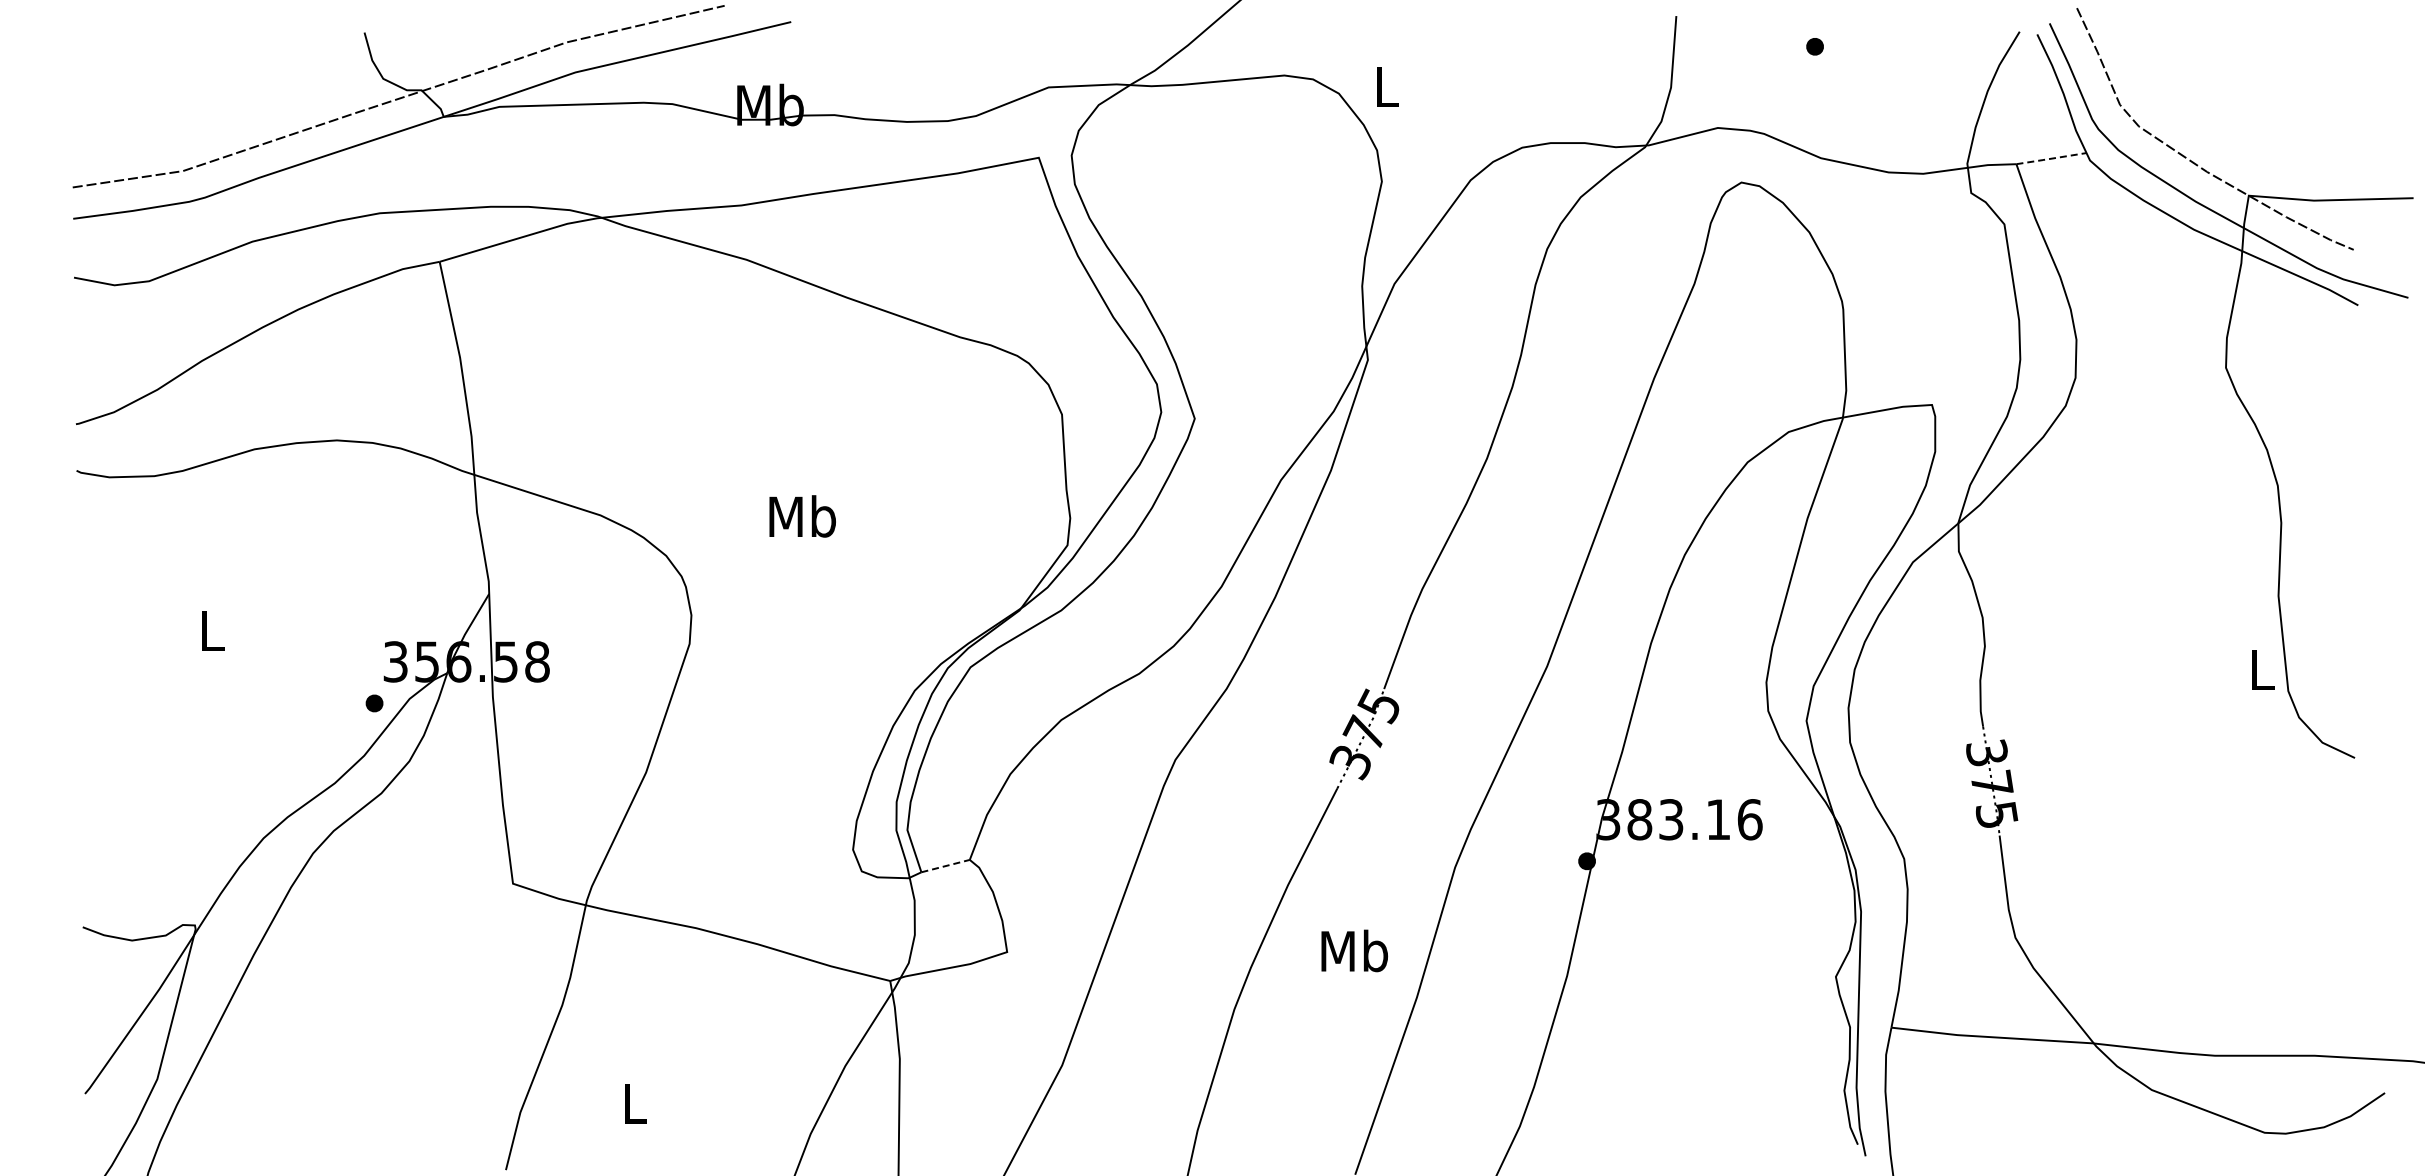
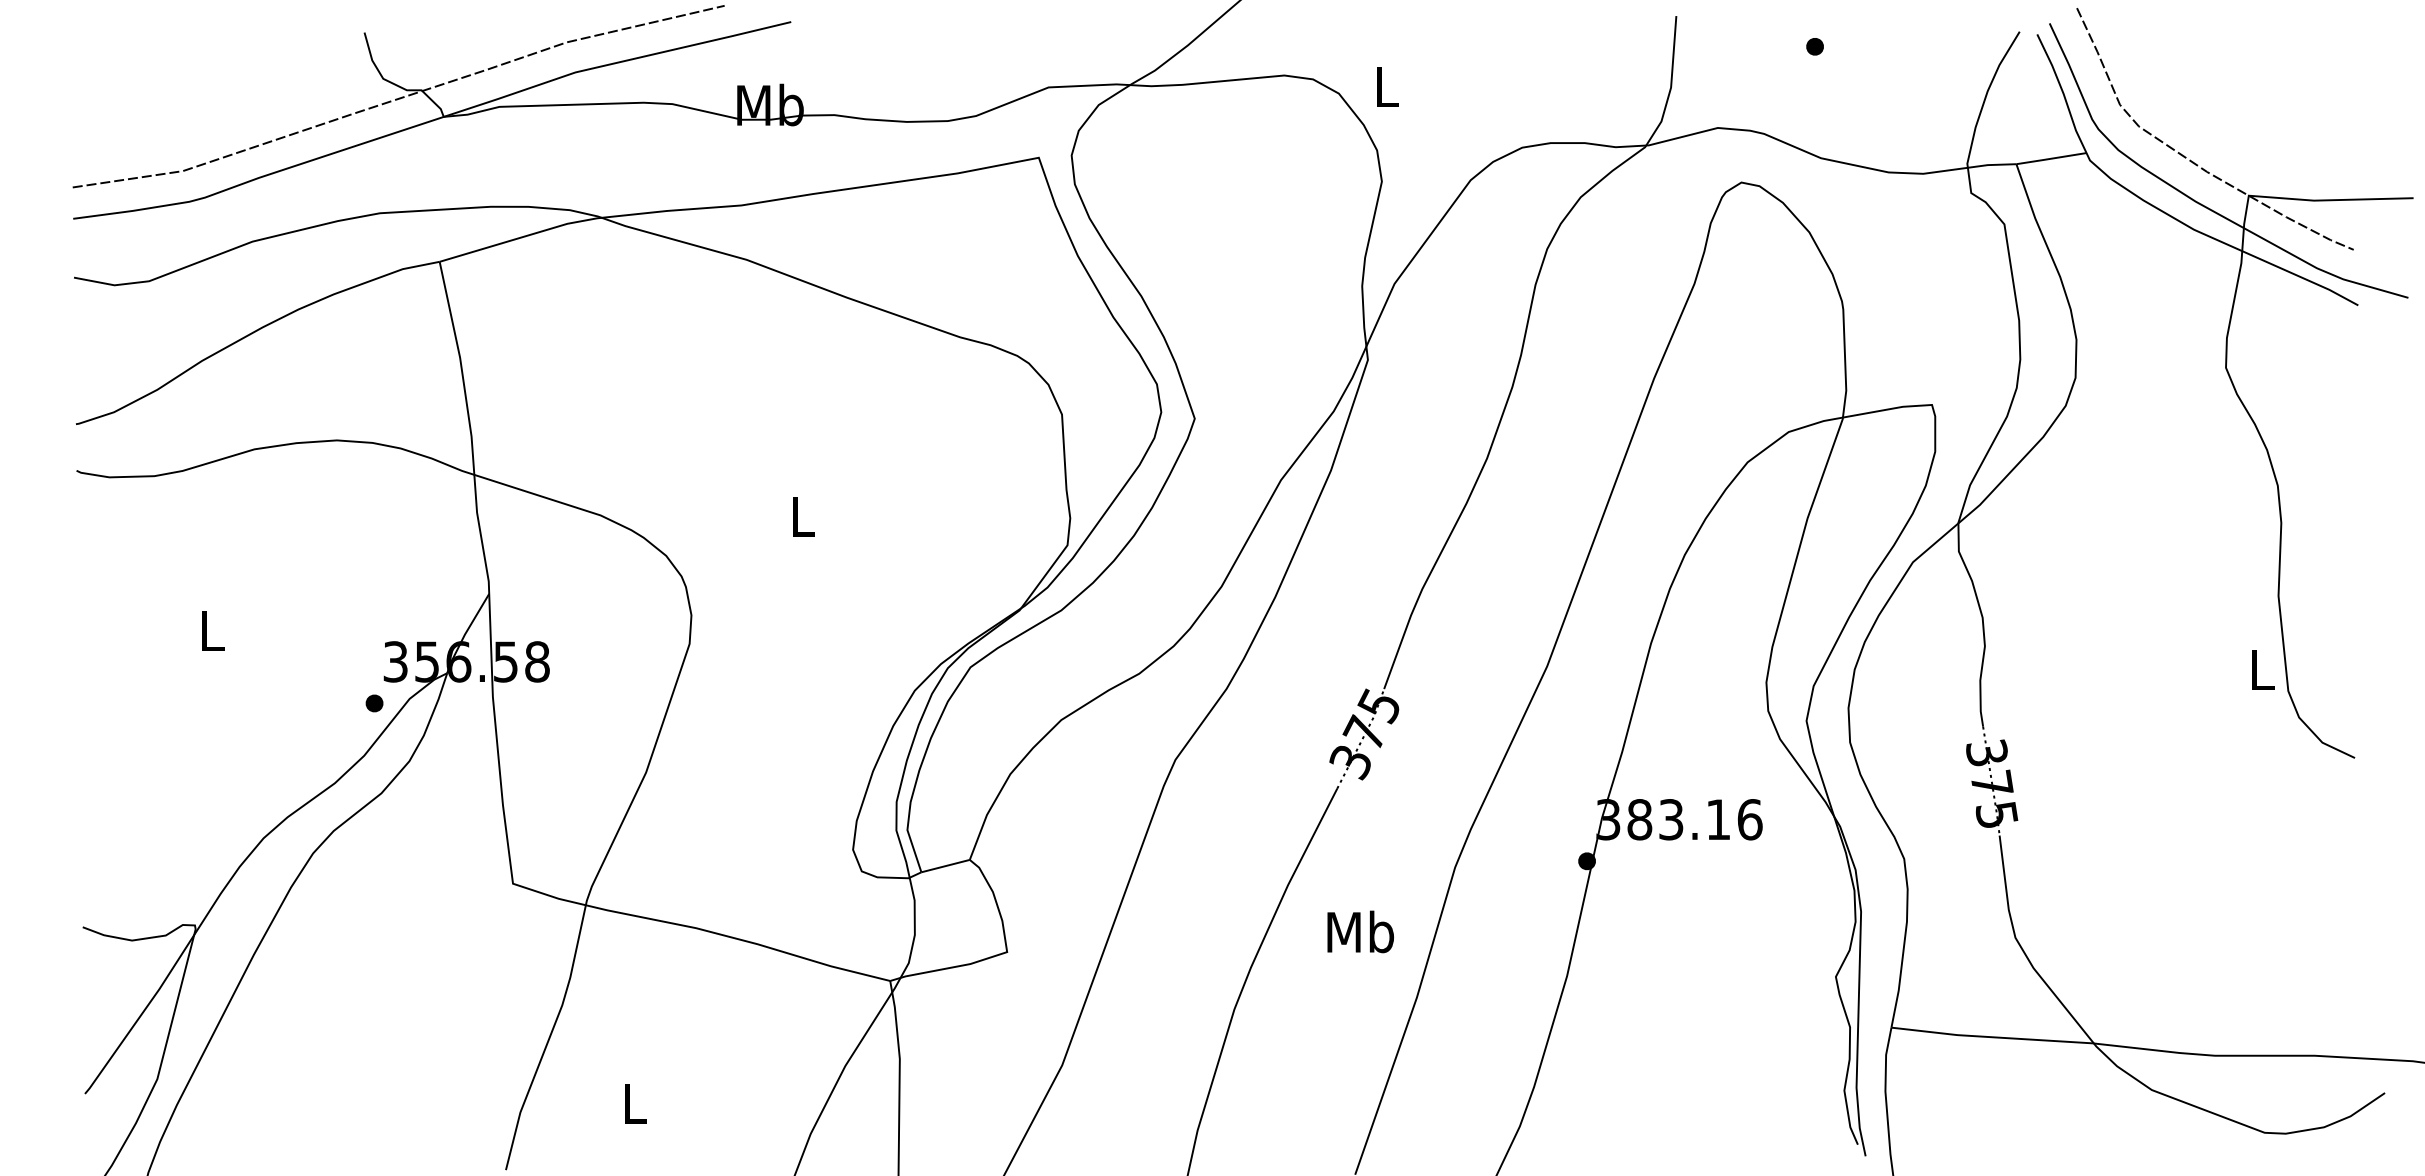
line at (2051, 158): dashed -> solid
text at (802, 516): Mb -> L
line at (945, 866): dashed -> solid
text at (1354, 950) position: (1354, 950) -> (1360, 931)
